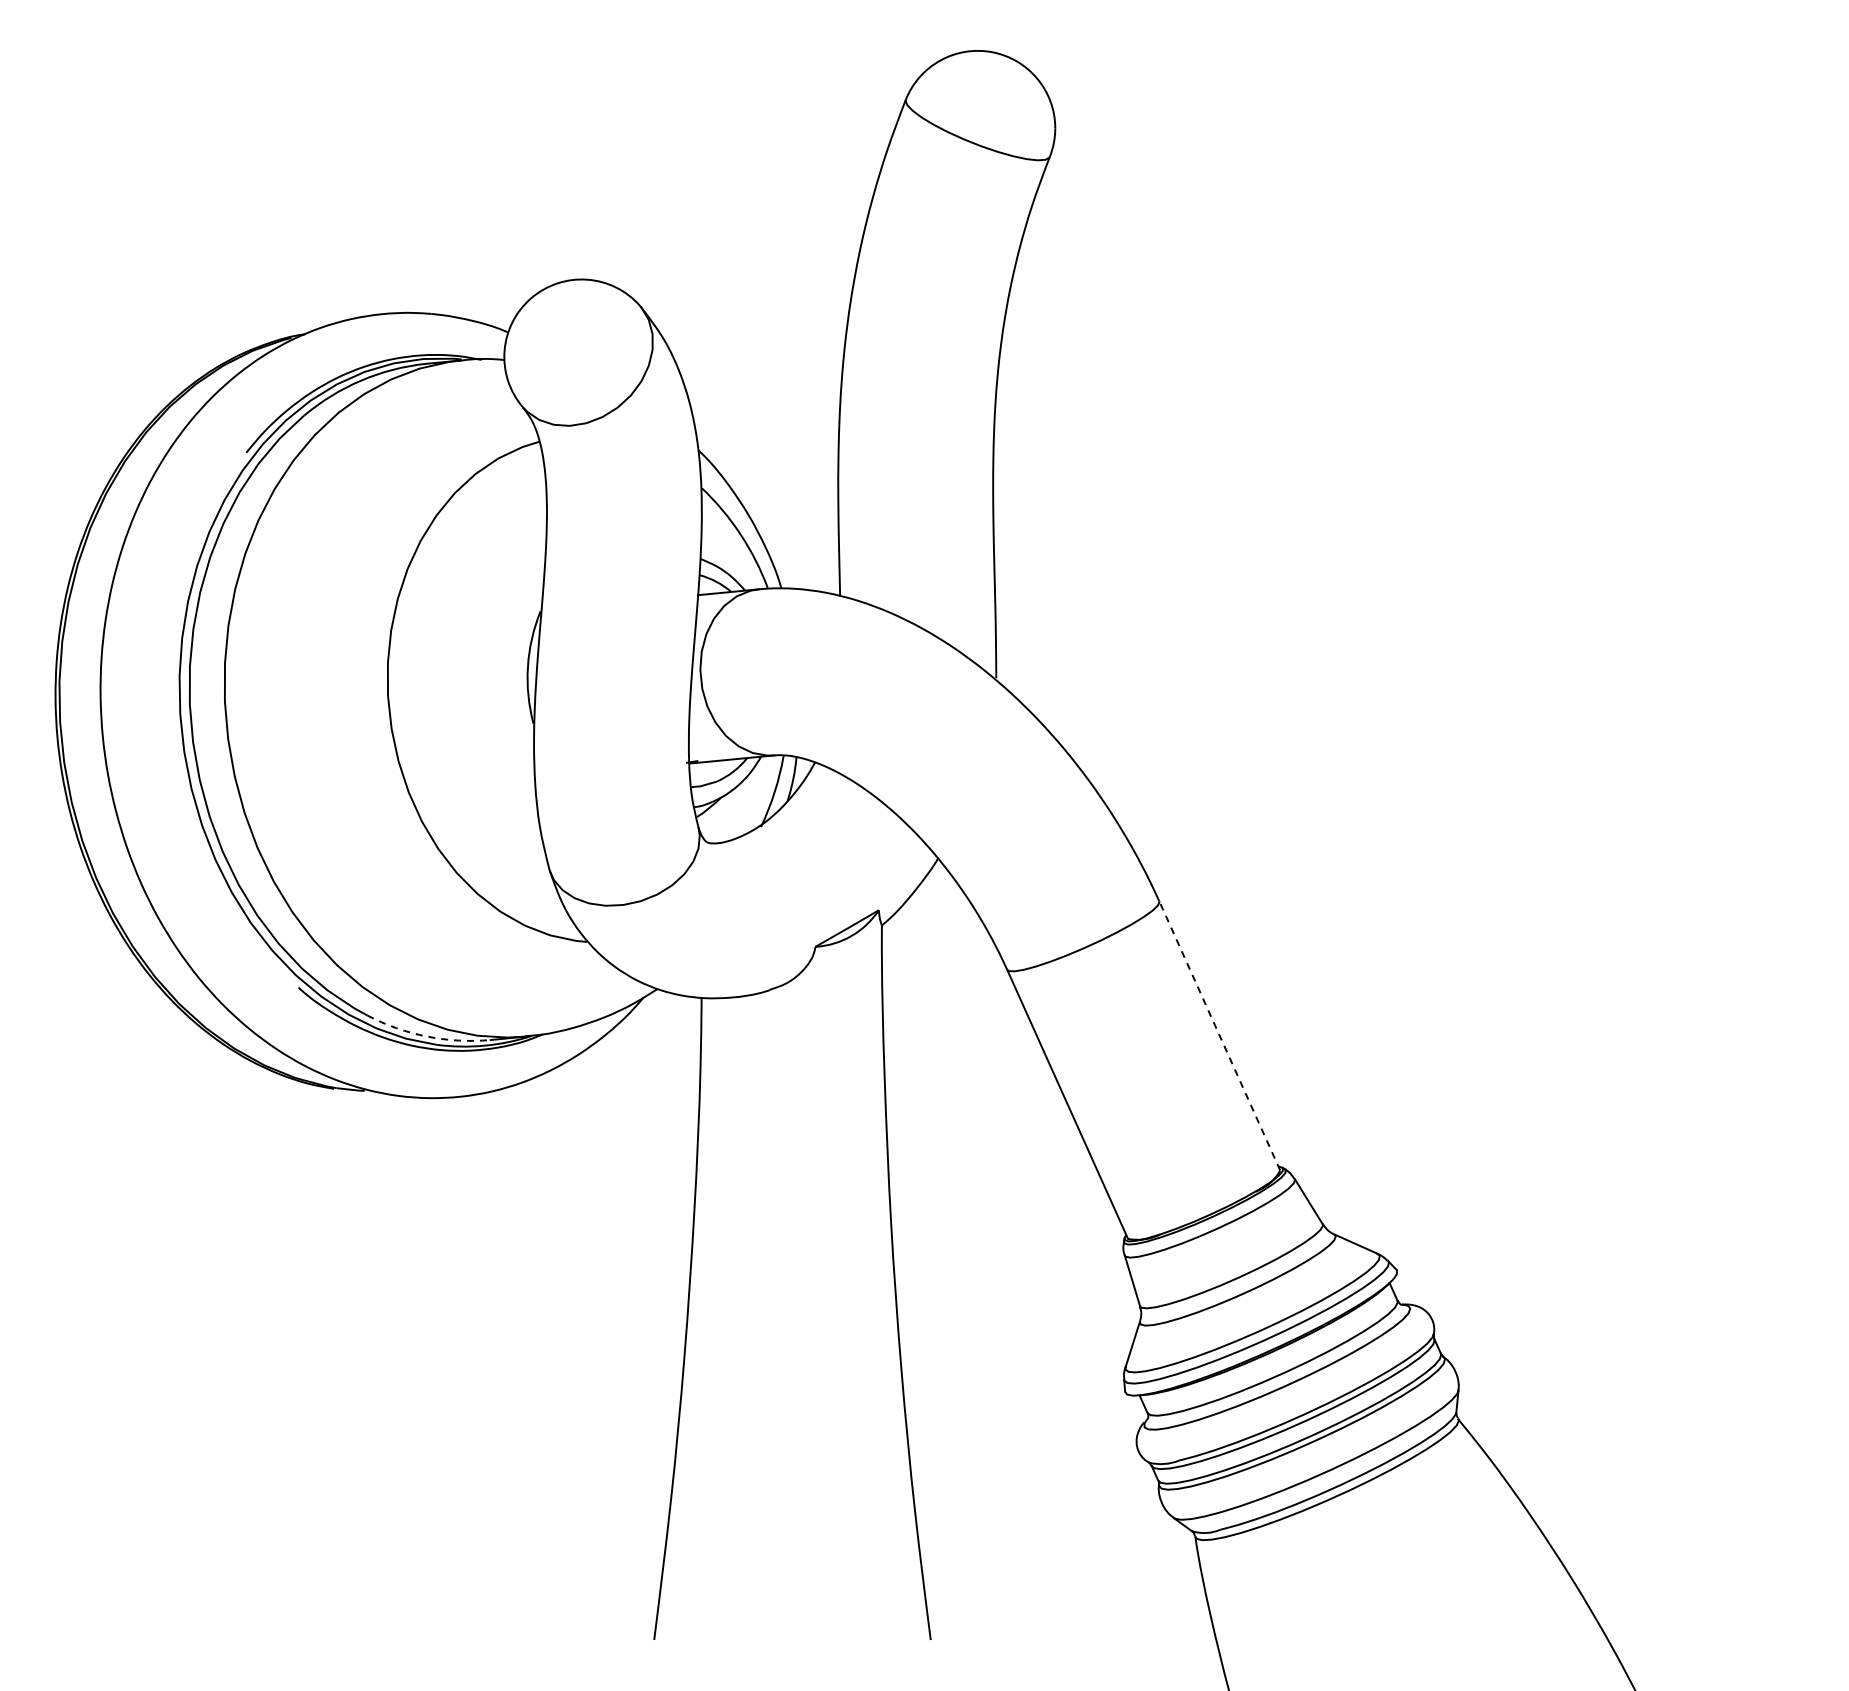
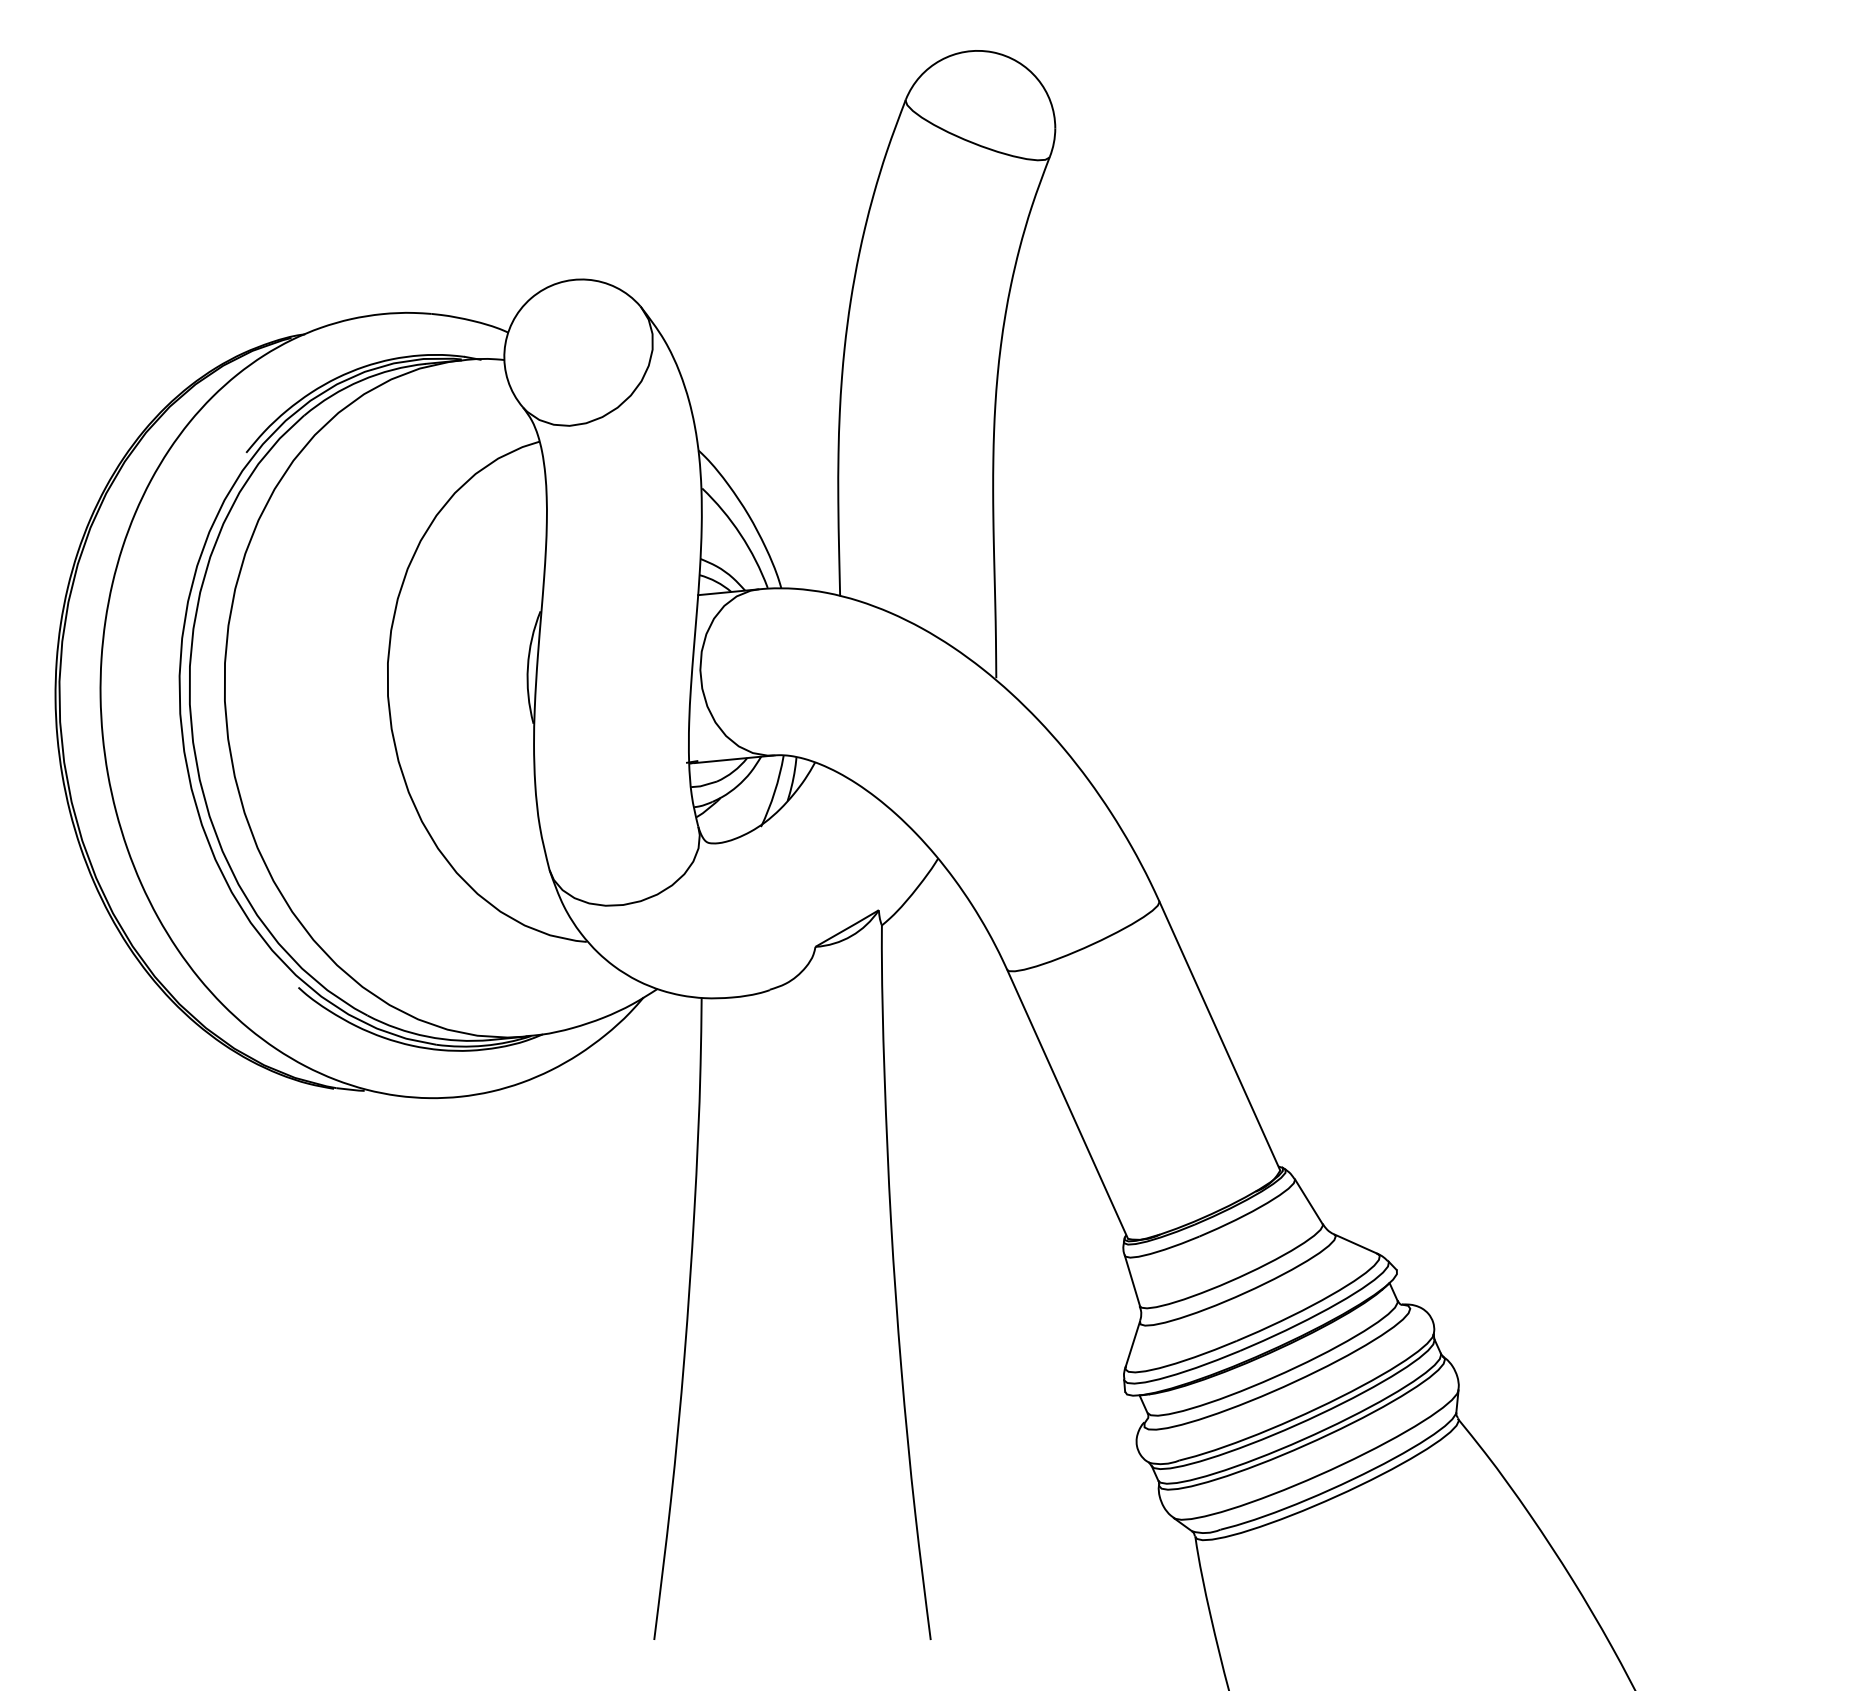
line at (1219, 1035): dashed -> solid
arc at (427, 1036): dashed -> solid
